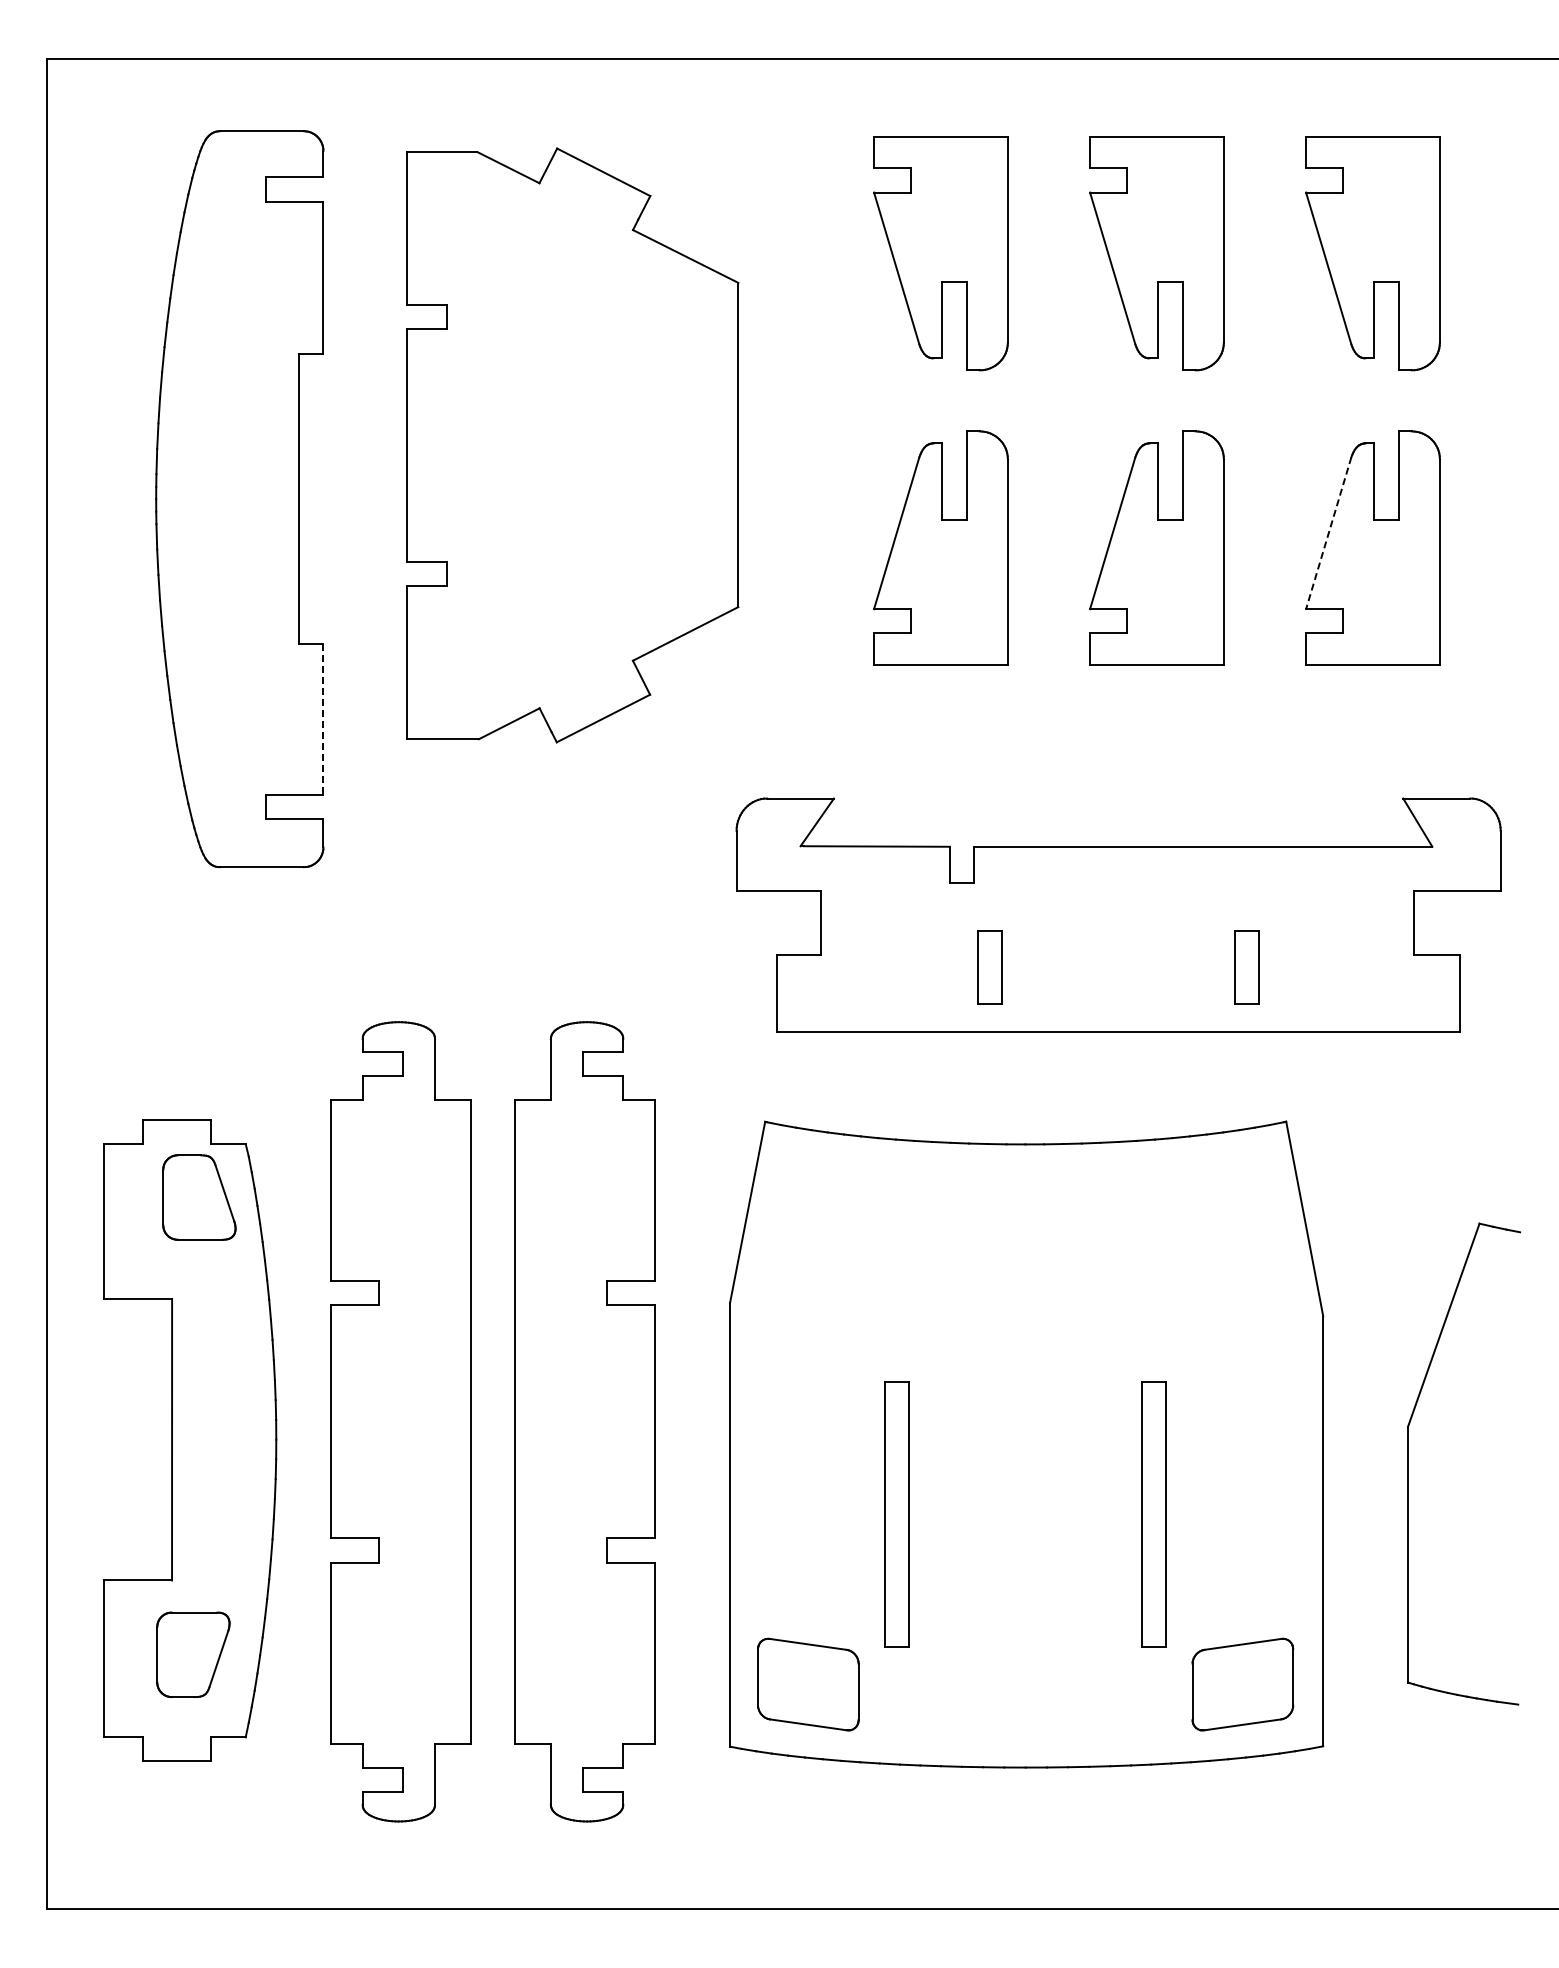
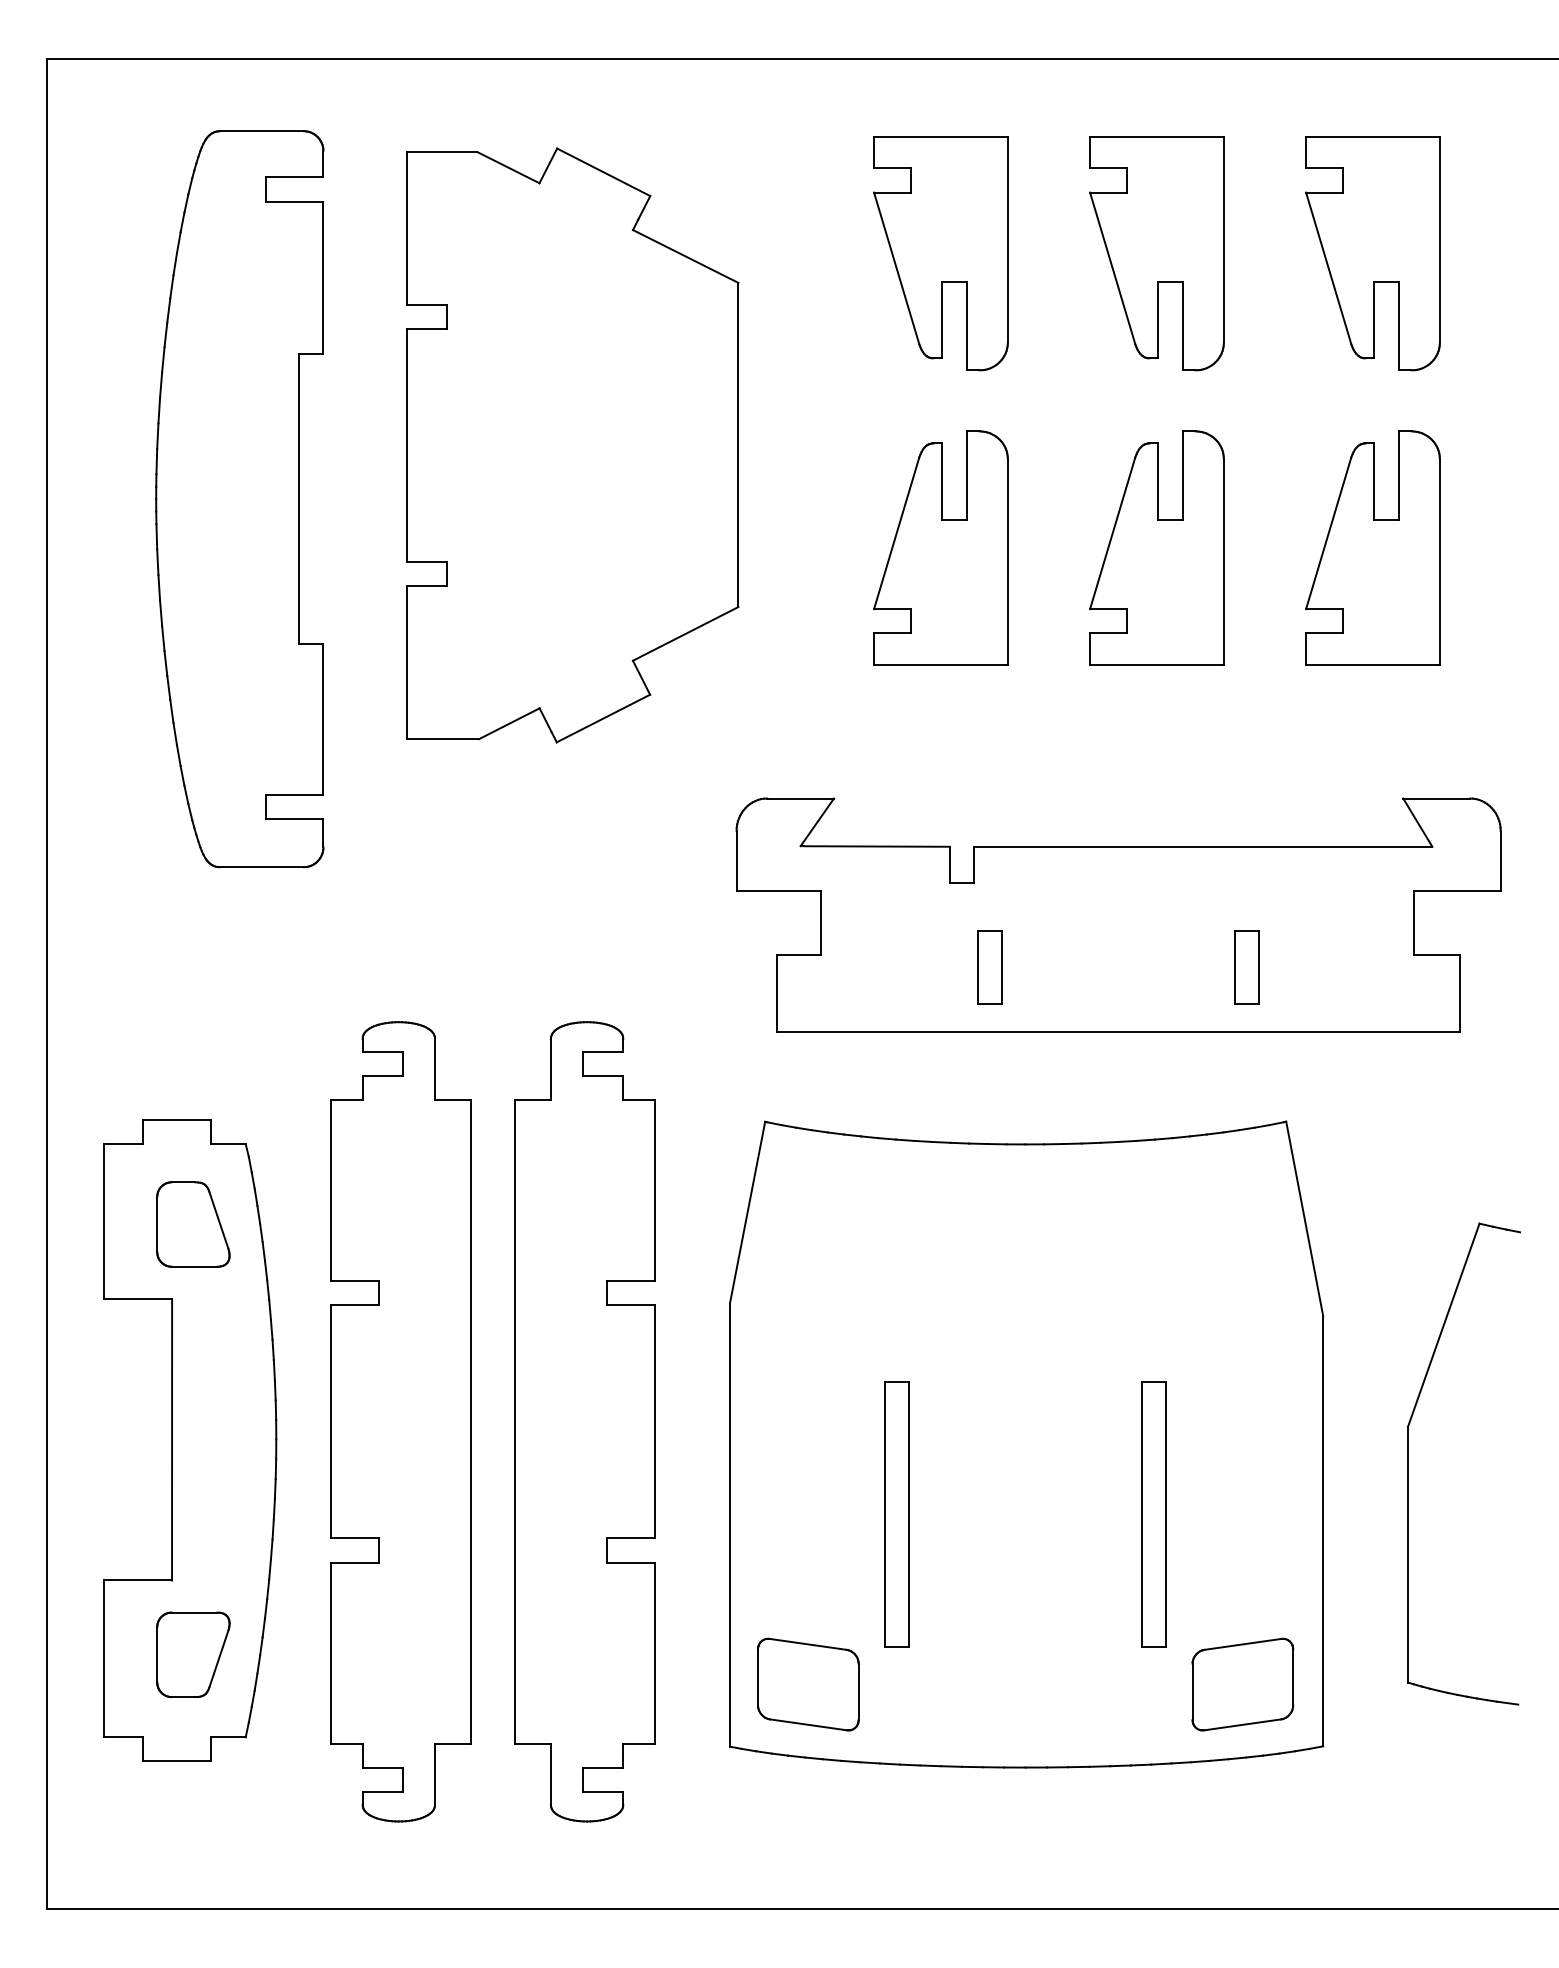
line at (1328, 533): dashed -> solid
line at (323, 719): dashed -> solid
part at (199, 1197) position: (199, 1197) -> (193, 1224)
